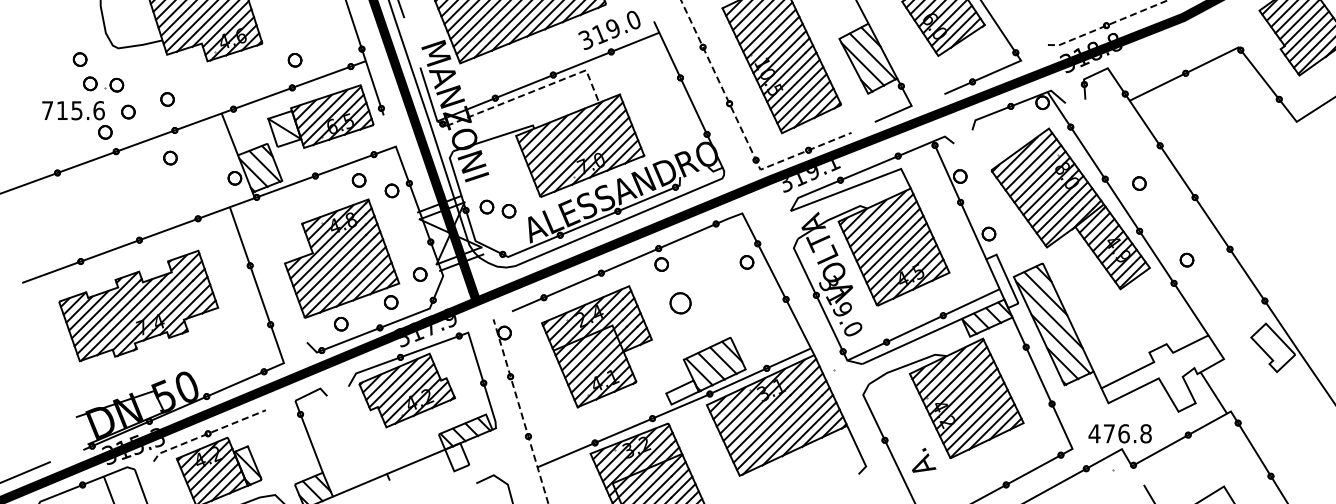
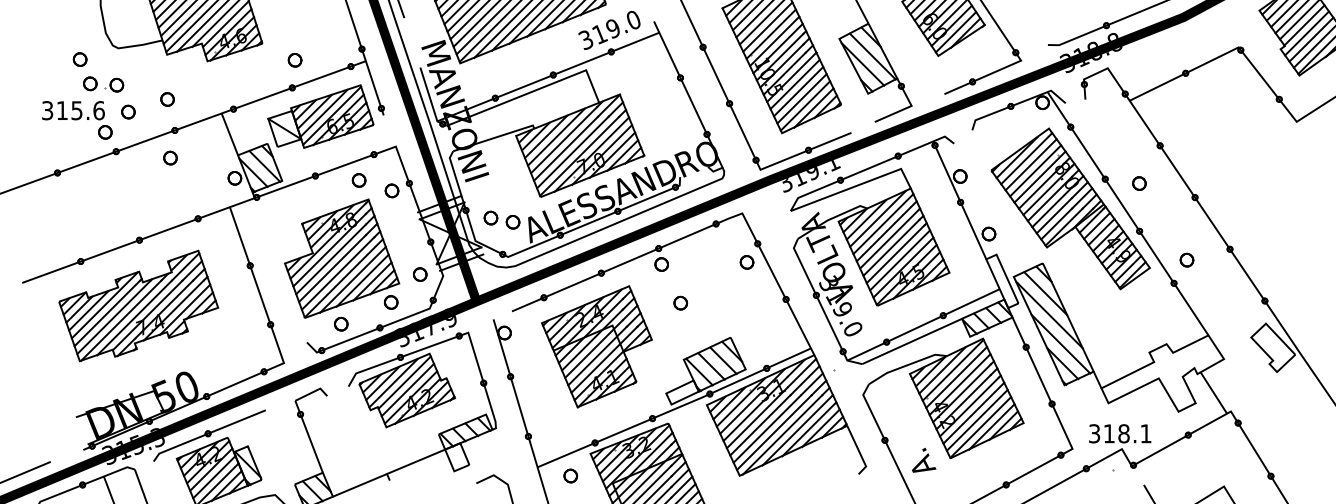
line at (1108, 25): dashed -> solid
line at (533, 91): dashed -> solid
text at (47, 110): 715.6 -> 315.6
line at (742, 130): dashed -> solid
part at (497, 208) position: (497, 208) -> (501, 219)
part at (680, 303) size: 23x23 px -> 16x16 px
line at (520, 411): dashed -> solid
line at (207, 433): dashed -> solid
text at (1119, 433): 476.8 -> 318.1
part at (570, 475): none -> present
